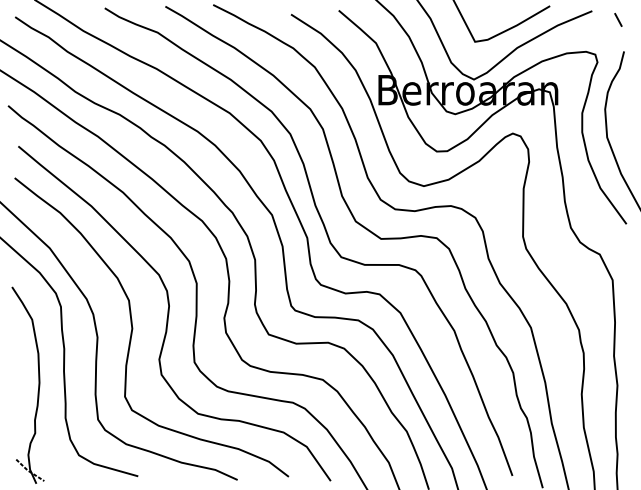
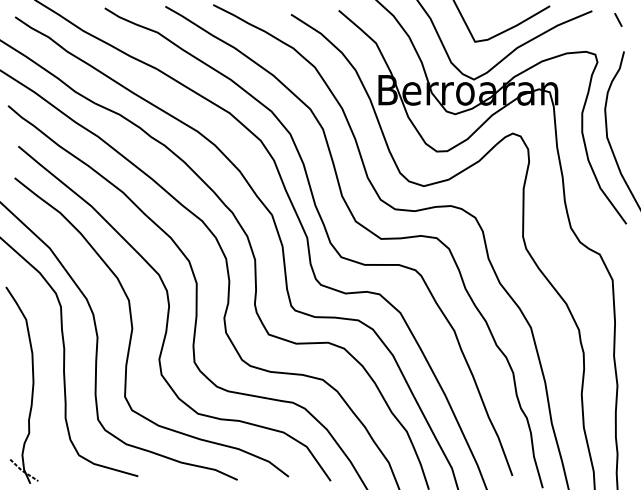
part at (38, 384) position: (38, 384) -> (32, 384)
